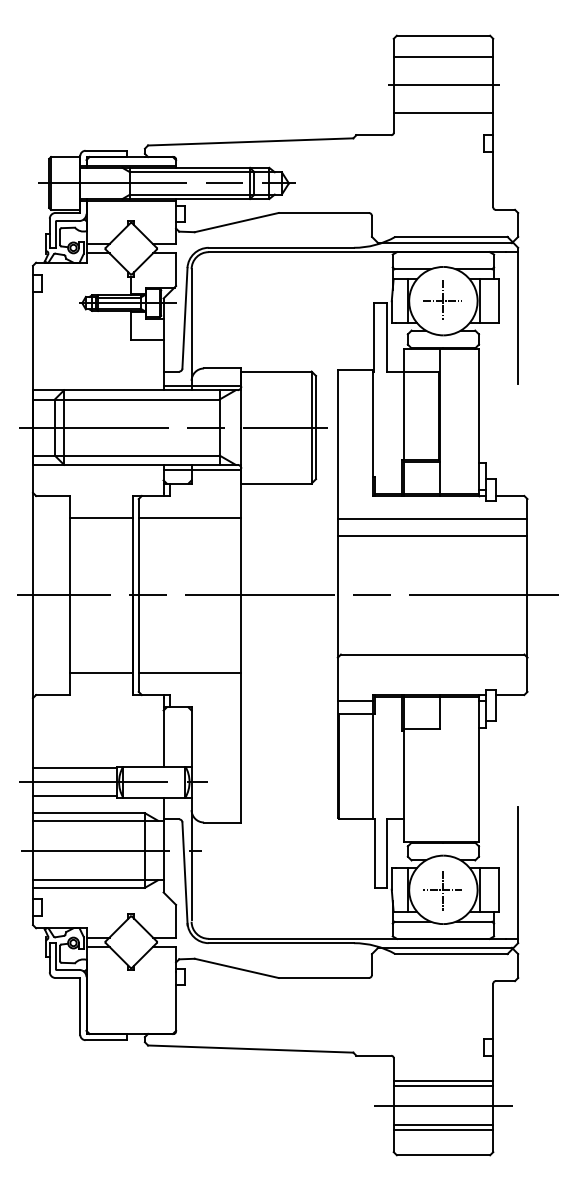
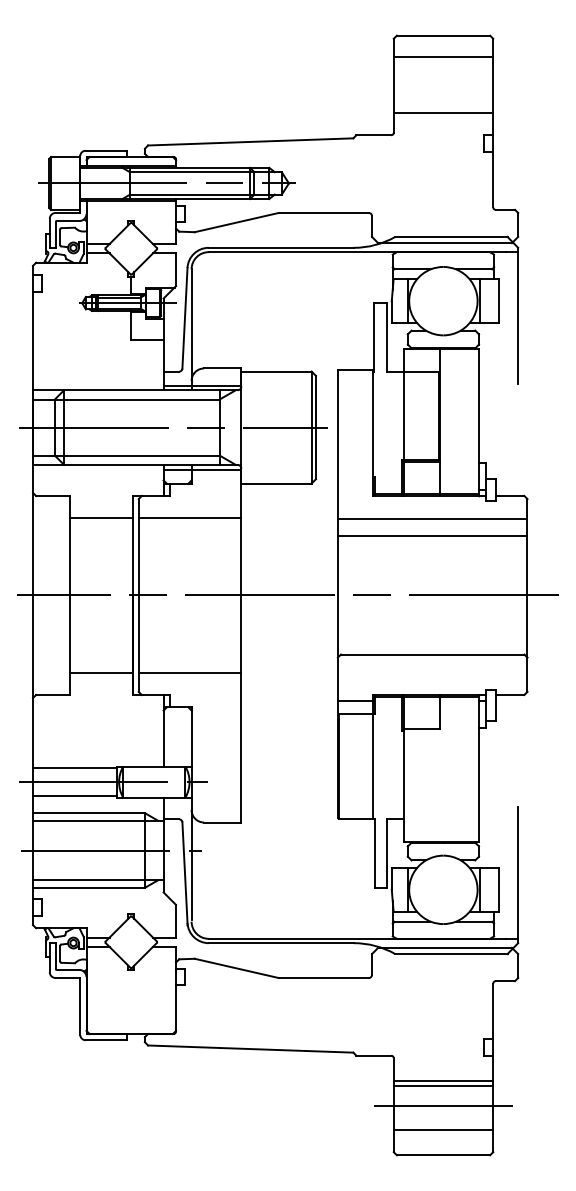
line at (443, 85): present -> none
part at (442, 299): present -> none
part at (442, 890): present -> none
line at (443, 1125): present -> none
